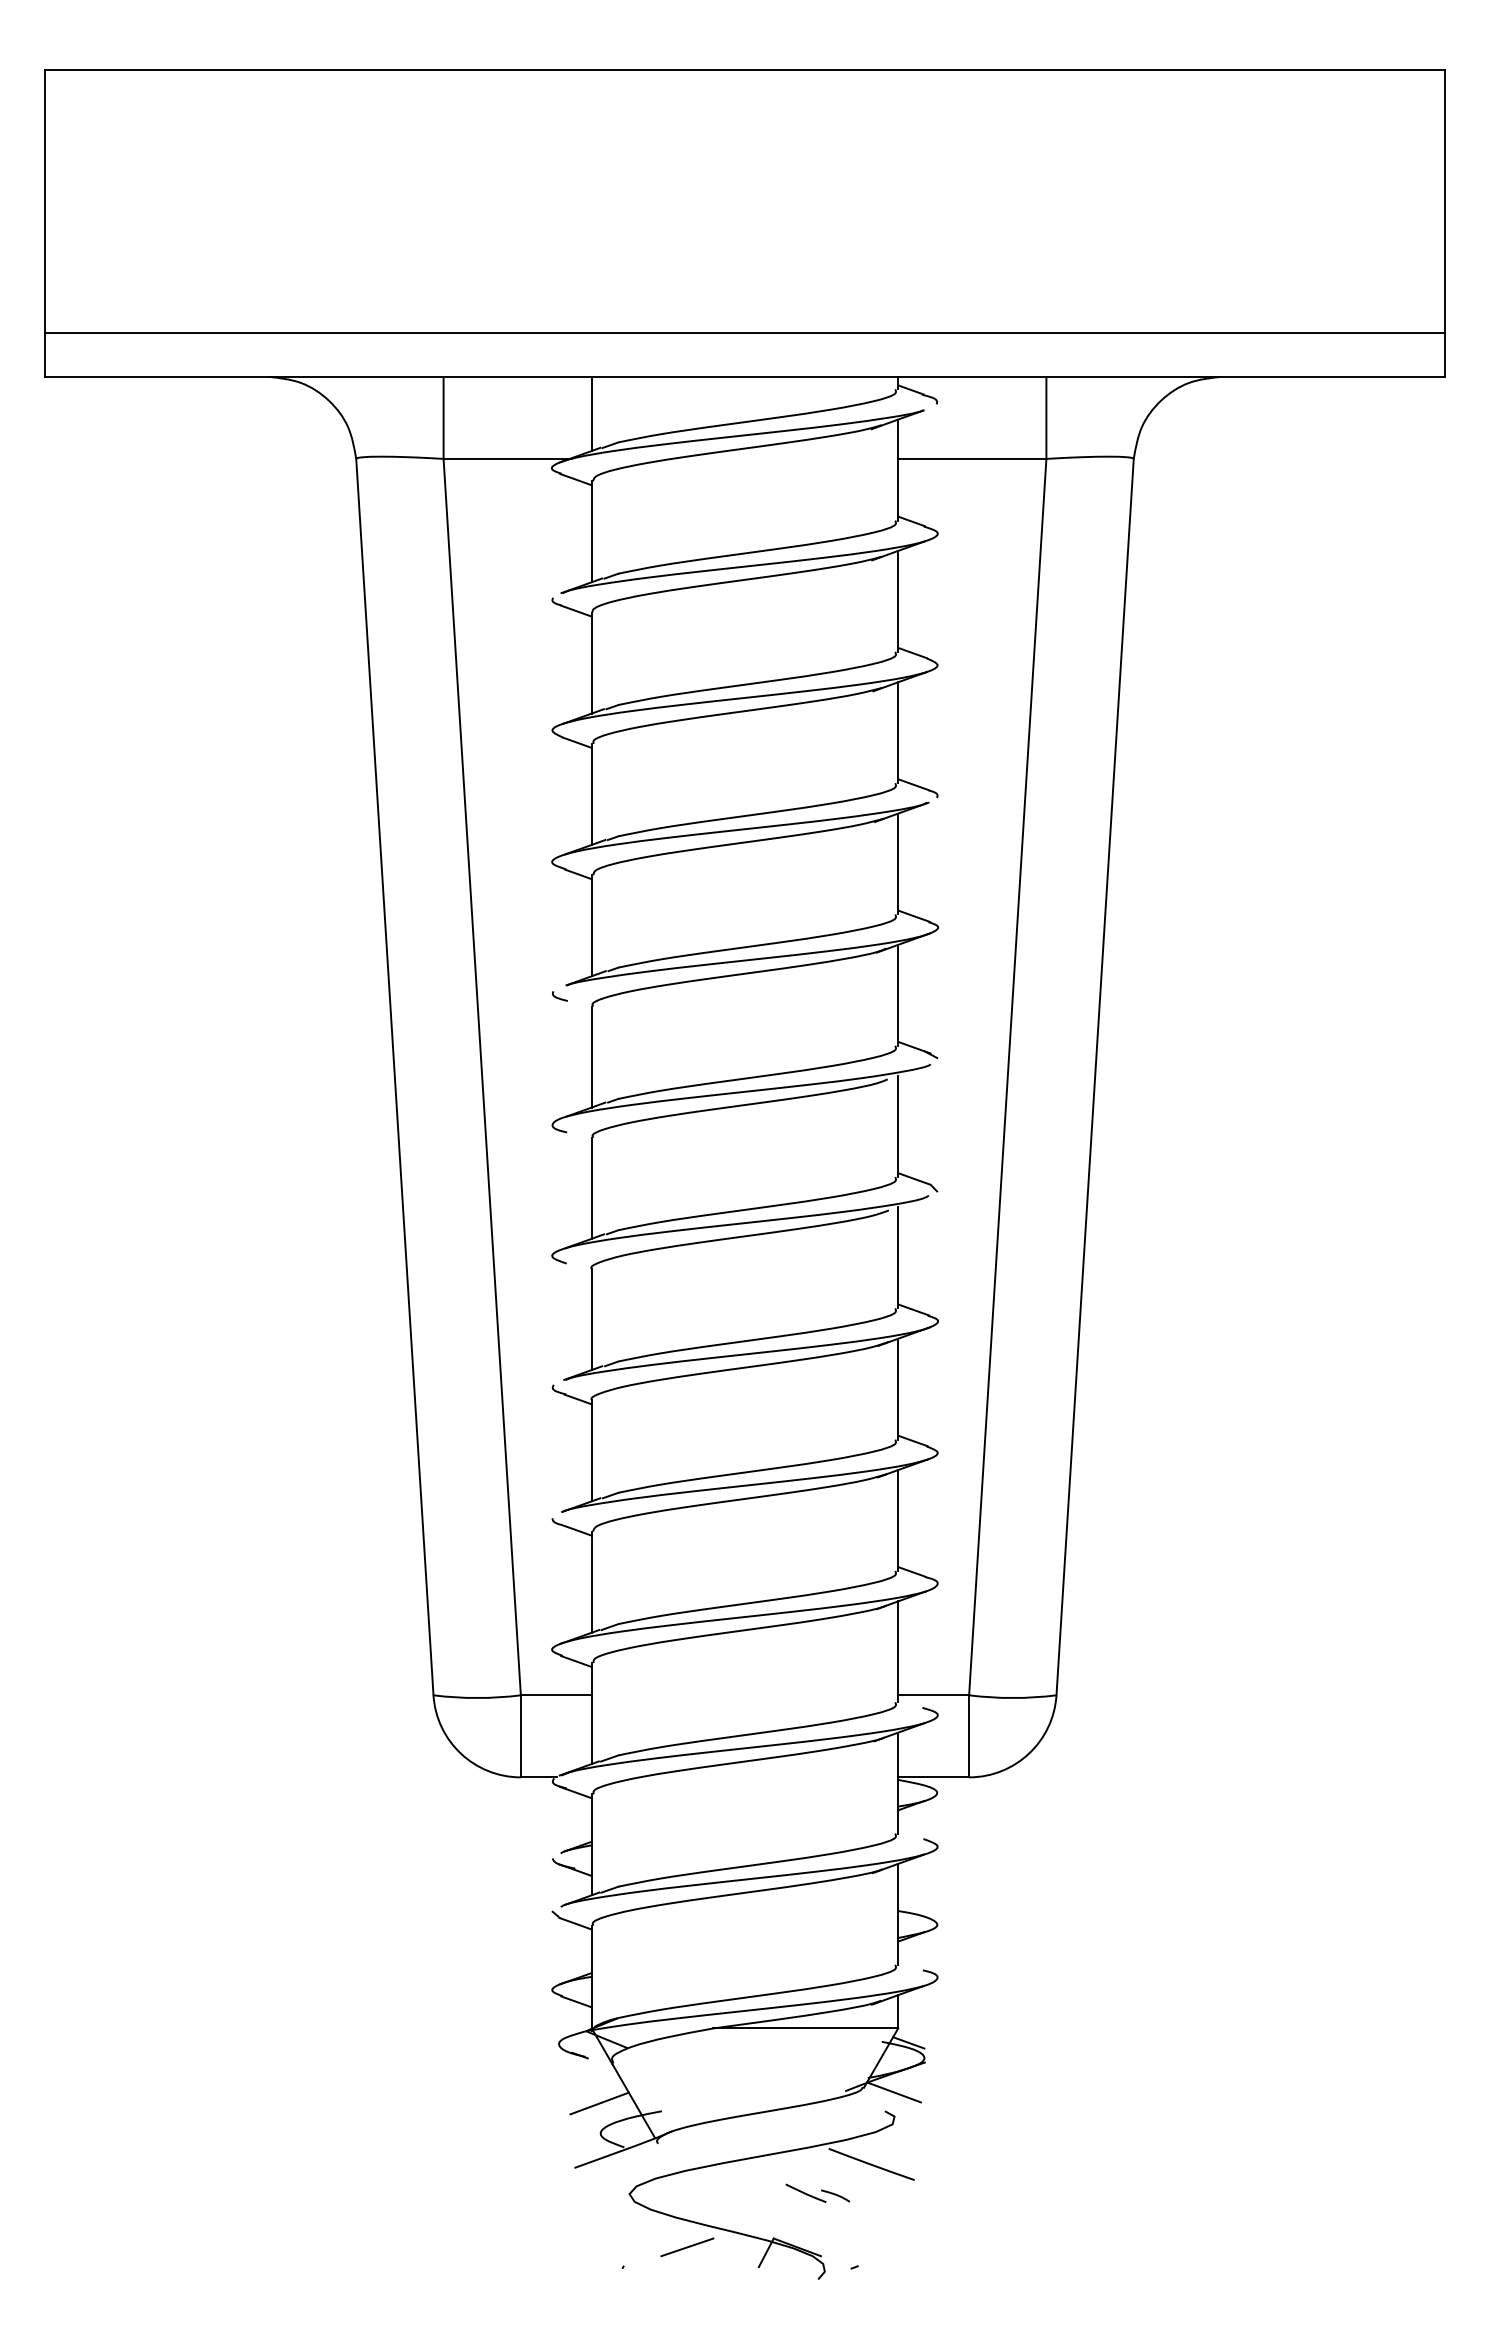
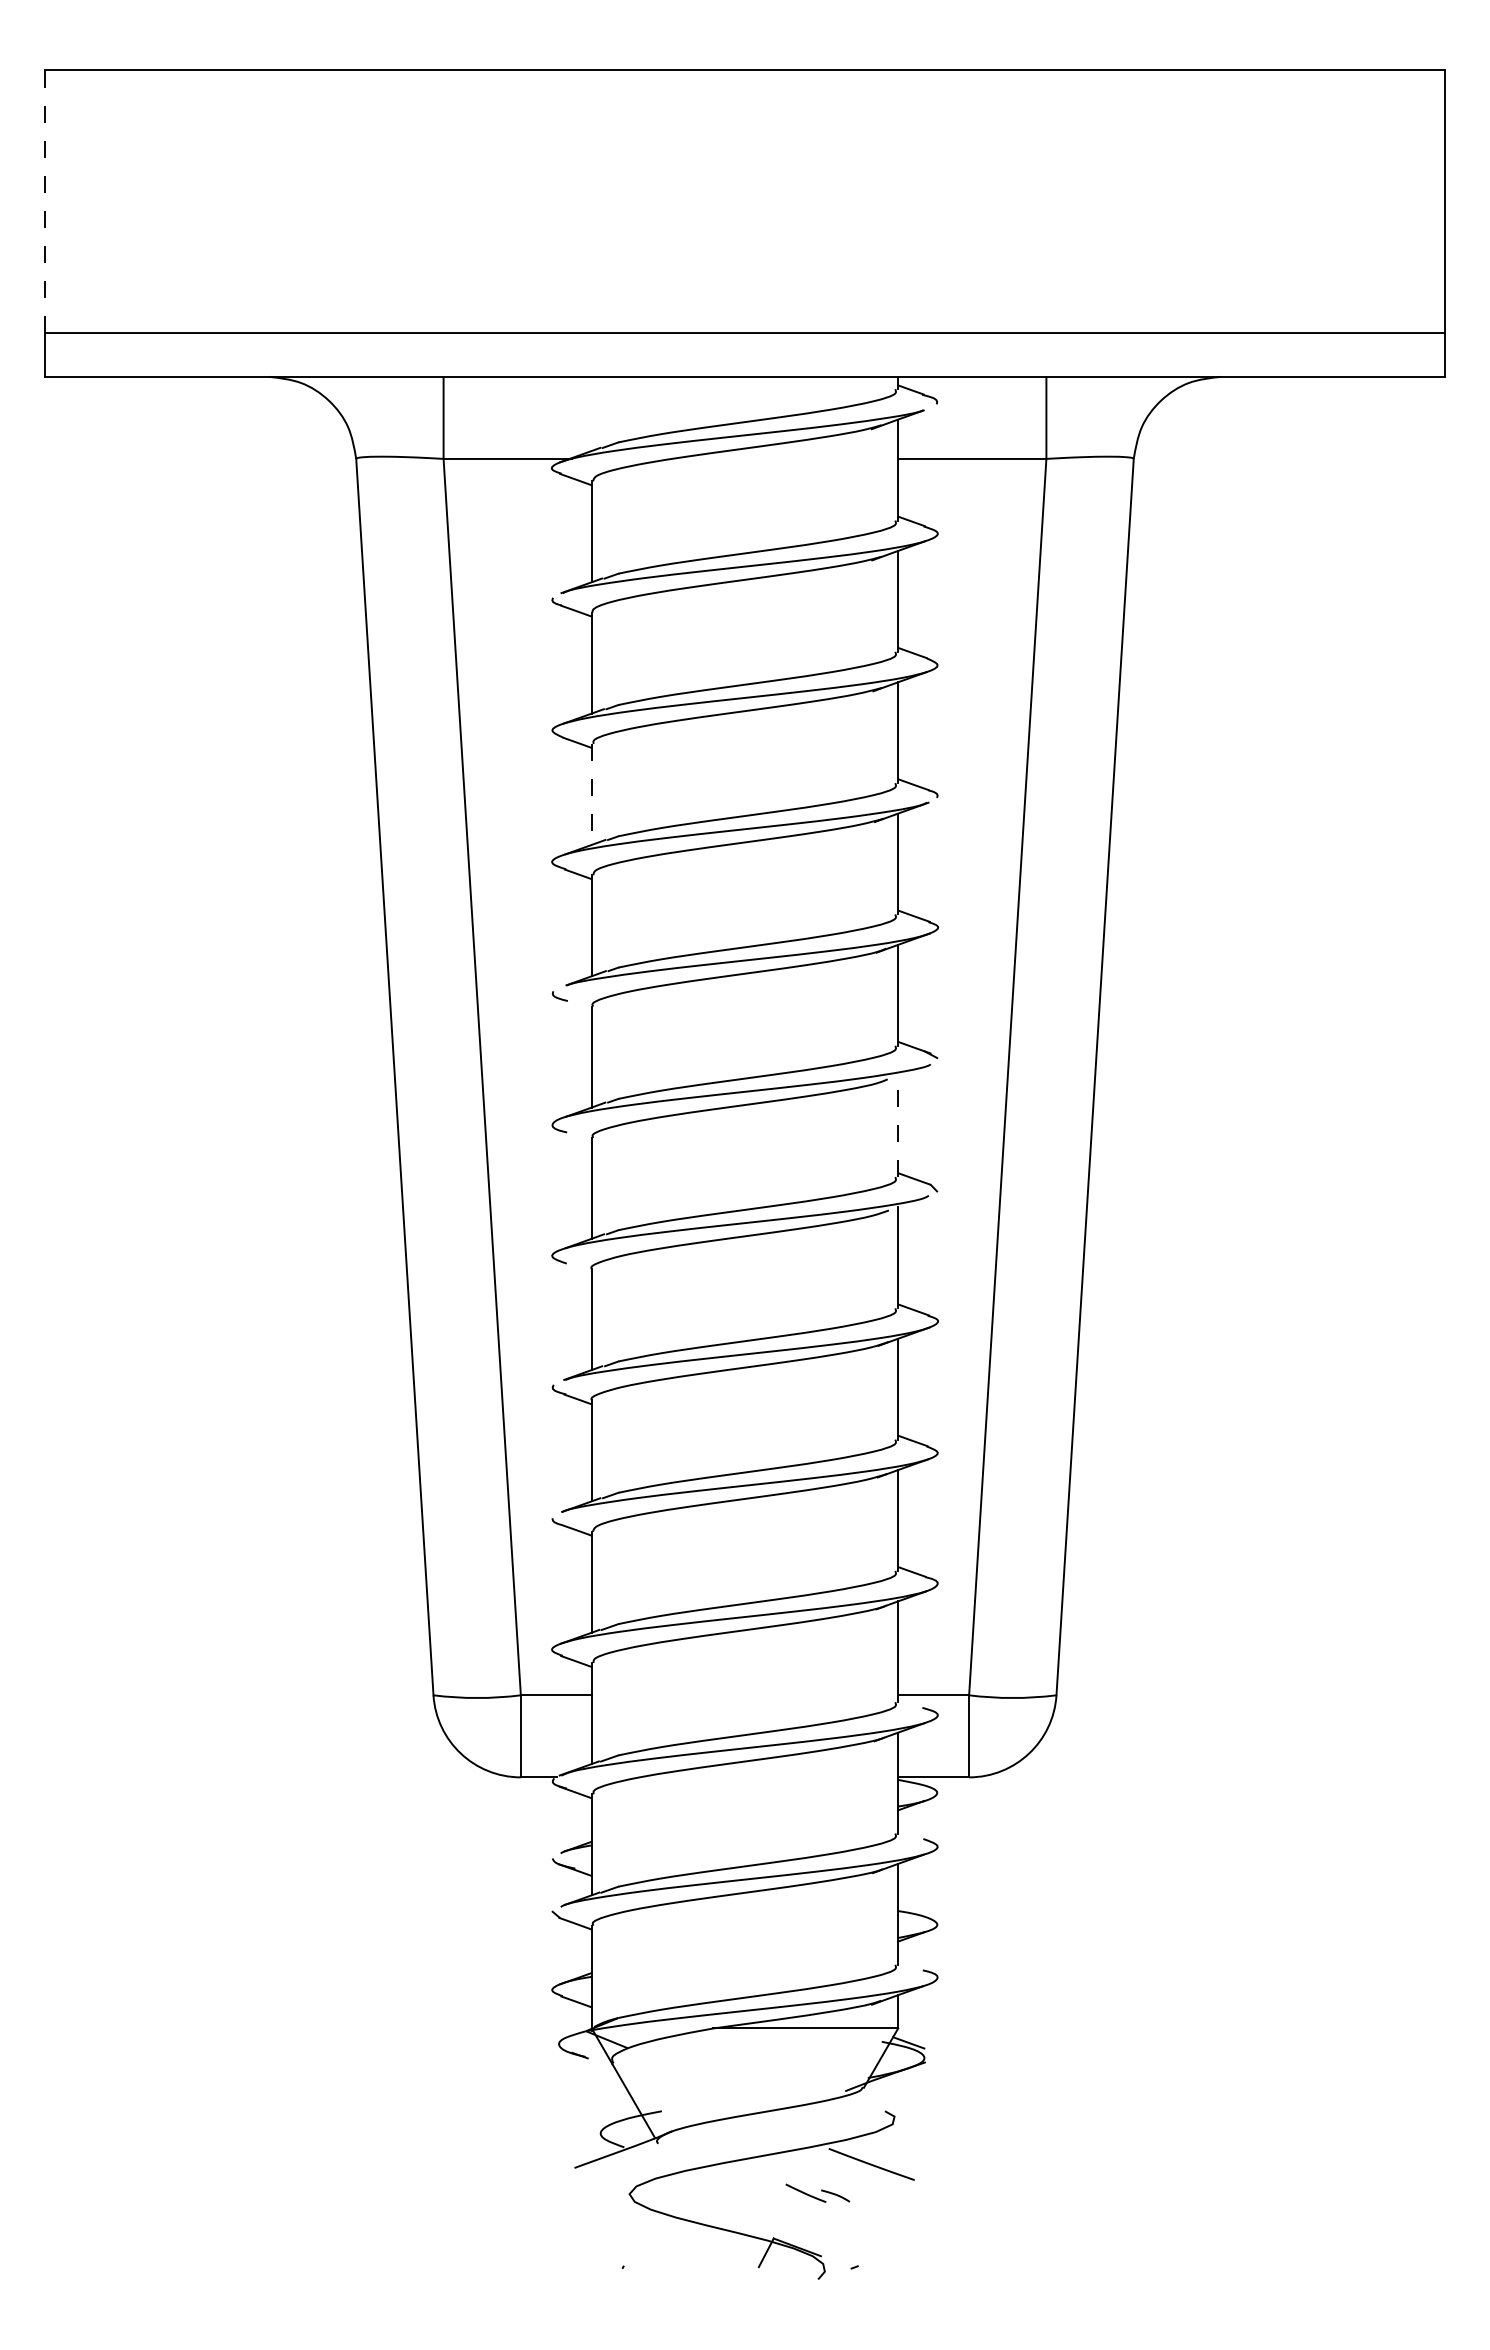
line at (44, 202): solid -> dashed
line at (591, 413): present -> none
line at (591, 794): solid -> dashed
line at (898, 1126): solid -> dashed
line at (893, 2092): present -> none
line at (599, 2103): present -> none
line at (687, 2247): present -> none
